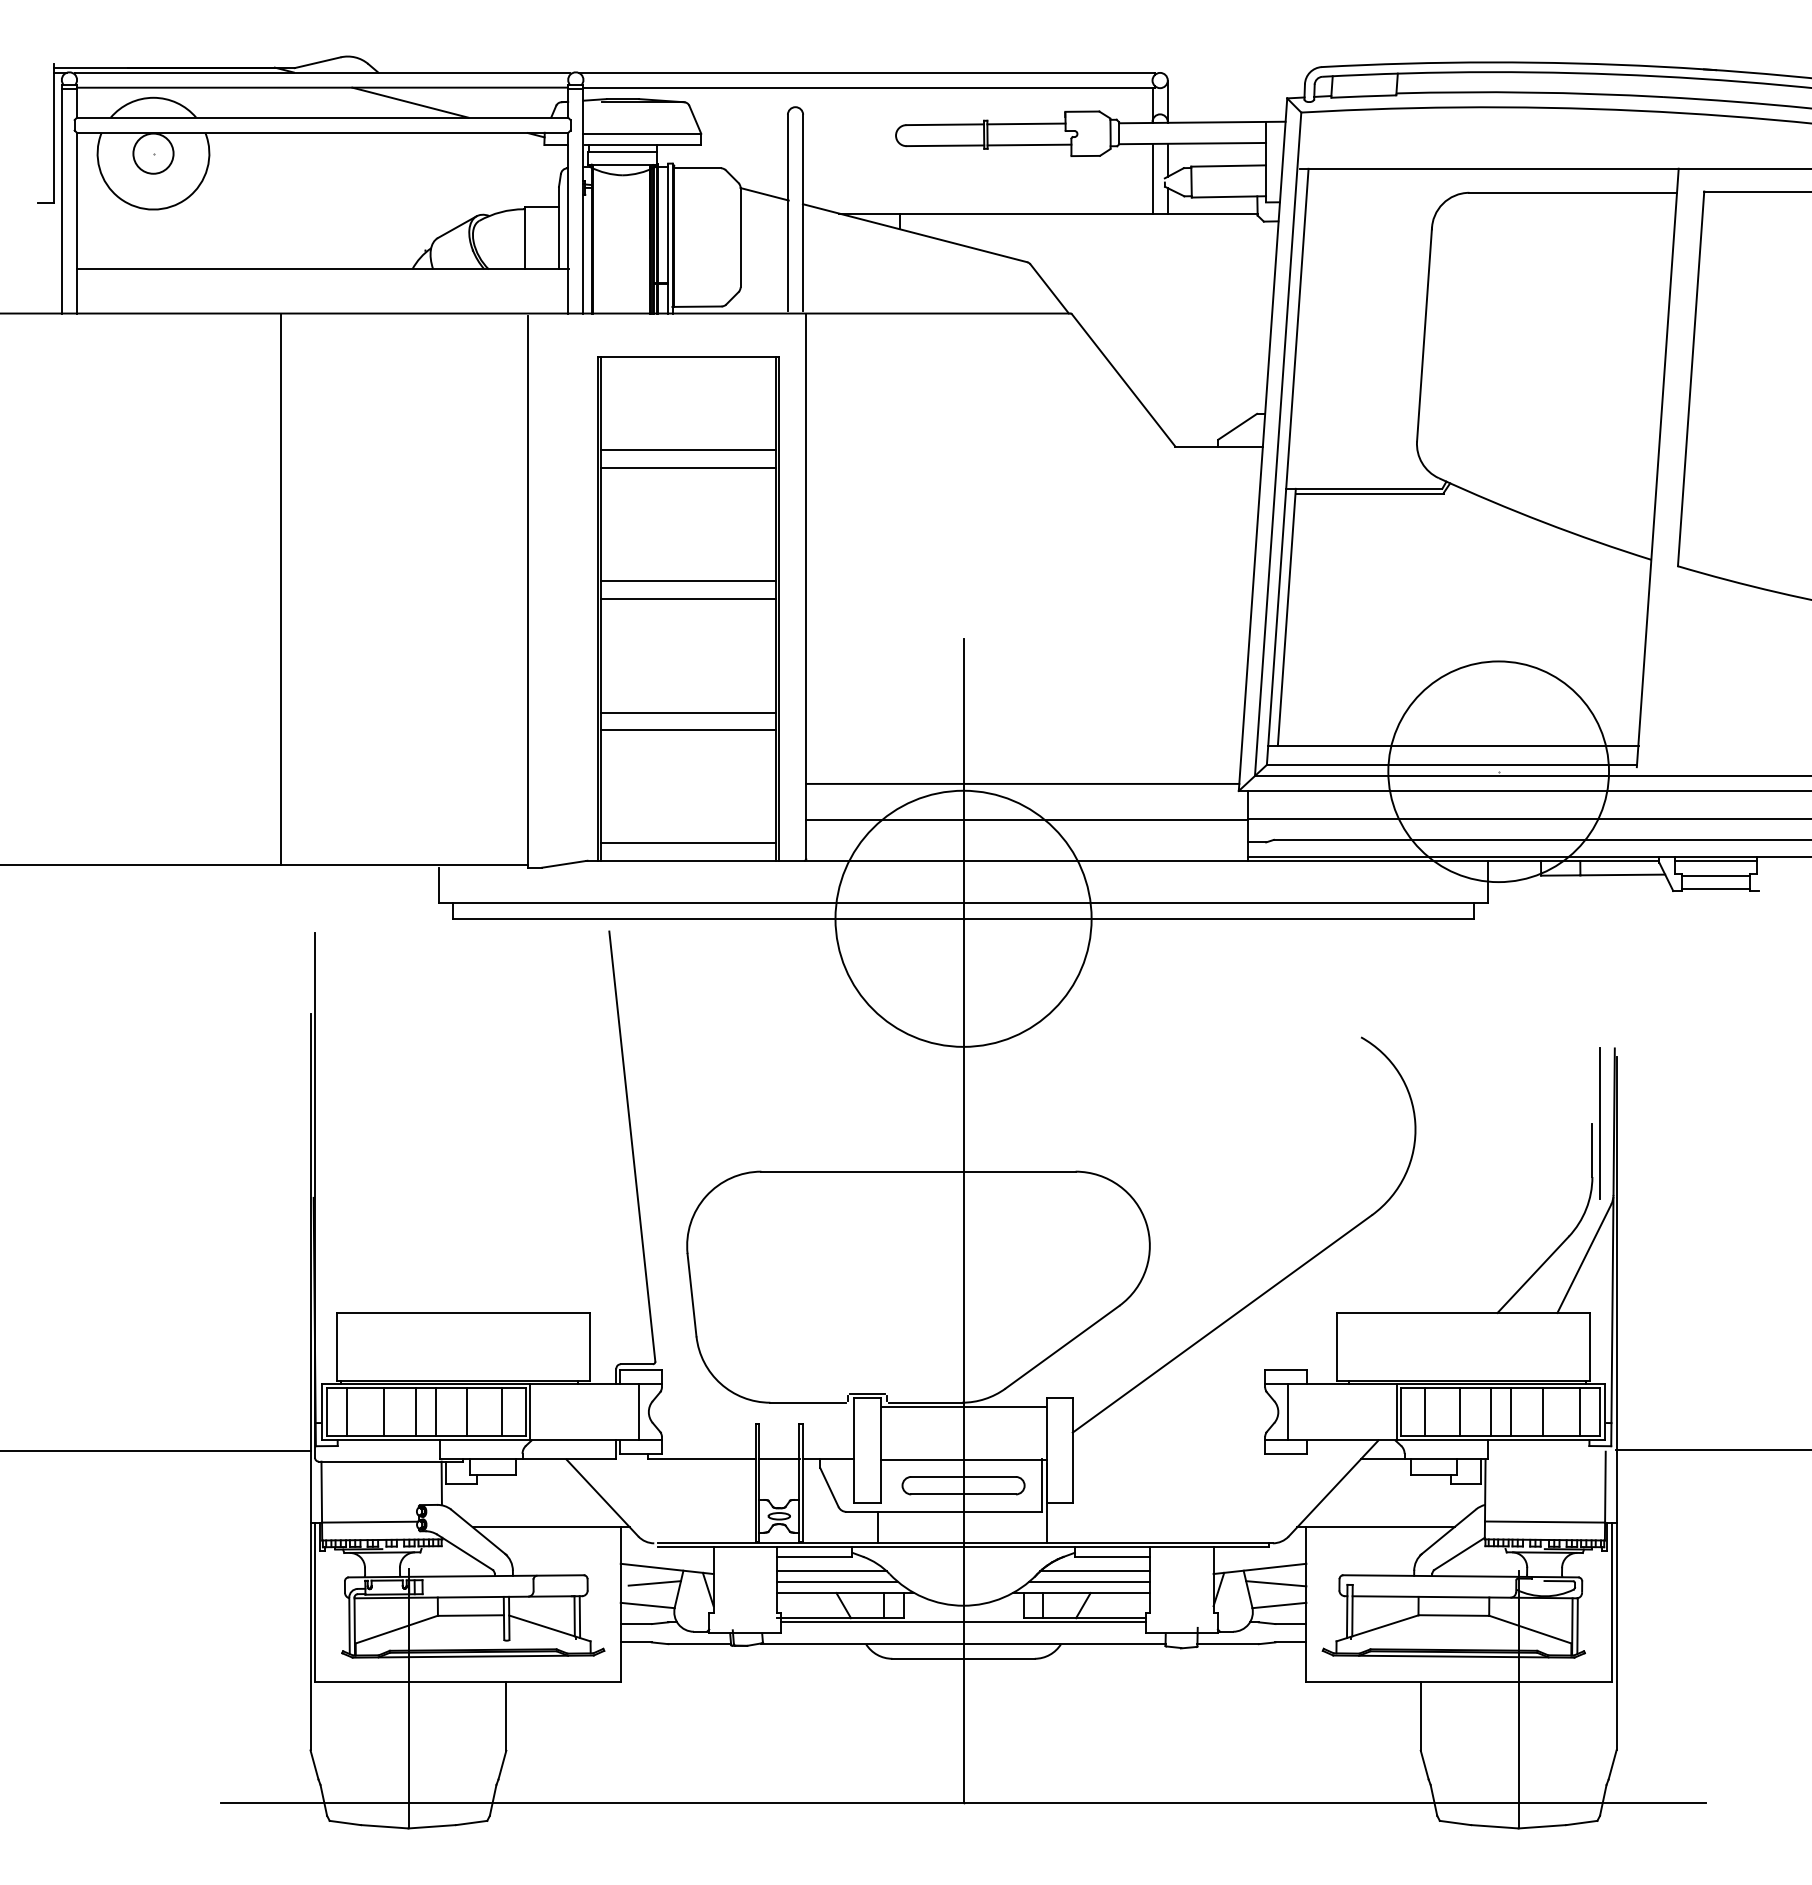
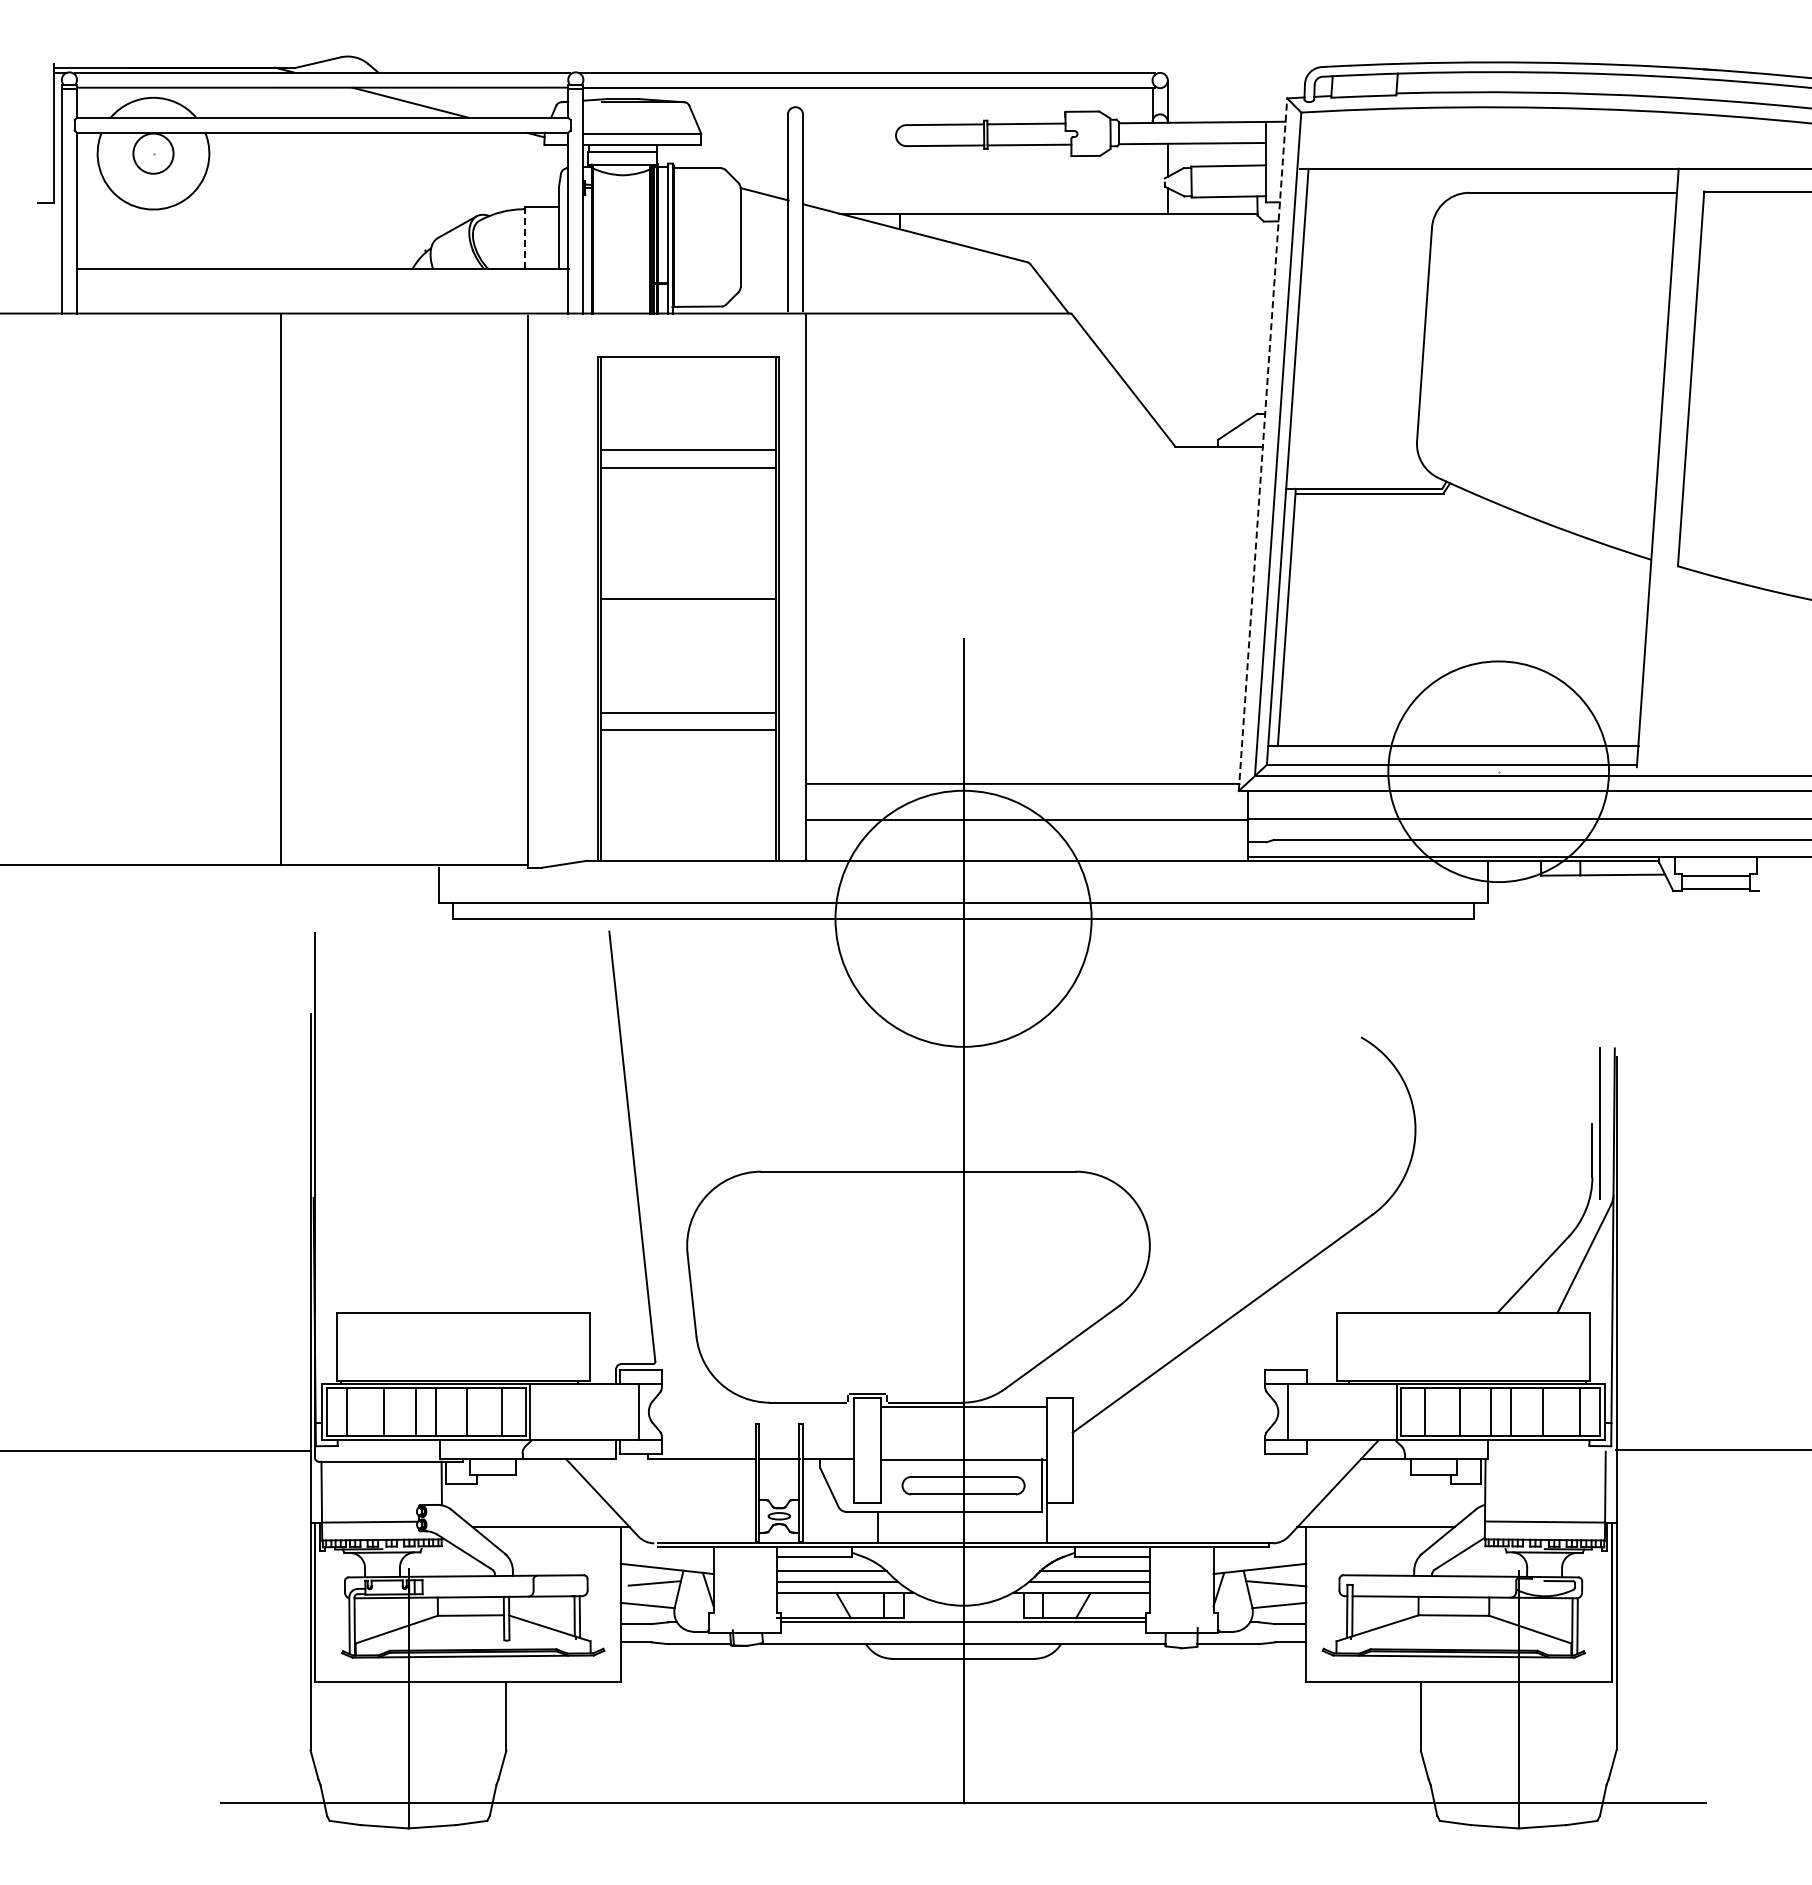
line at (1152, 178): present -> none
line at (525, 238): solid -> dashed
line at (1263, 444): solid -> dashed
line at (688, 581): present -> none
line at (688, 843): present -> none
line at (1715, 860): present -> none
